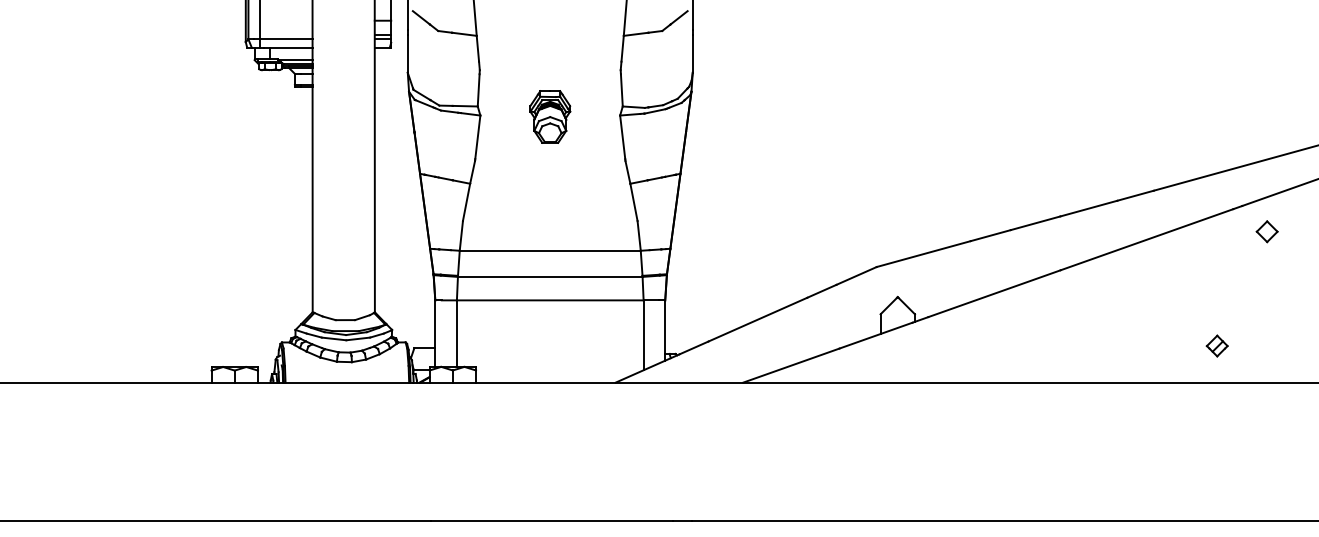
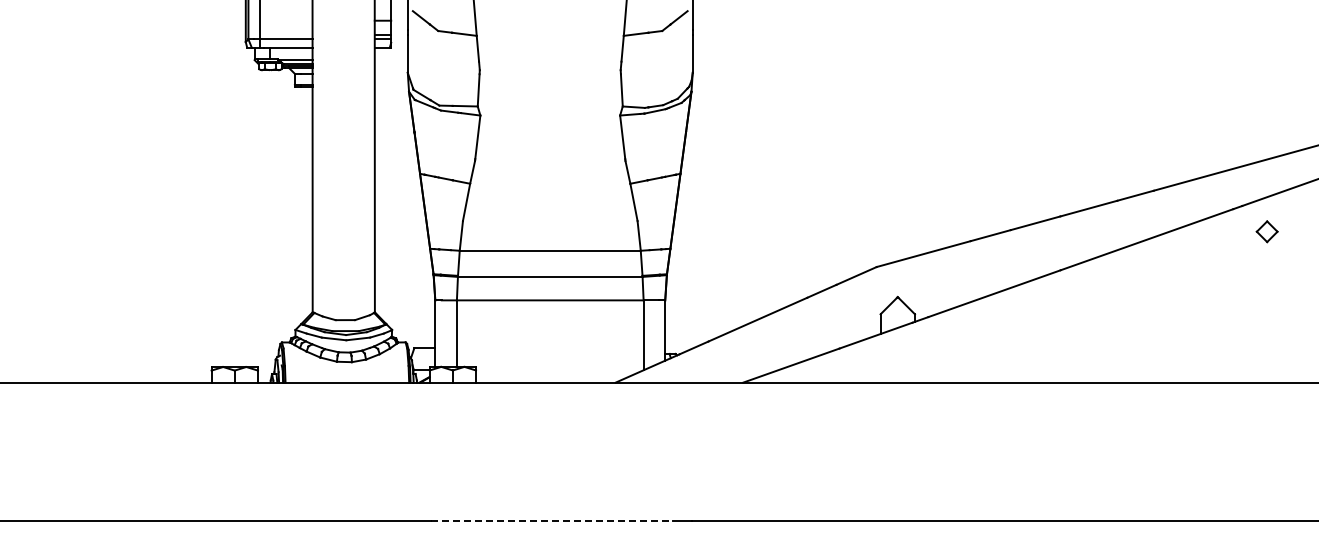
part at (550, 116): present -> none
part at (1216, 345): present -> none
line at (552, 520): solid -> dashed
